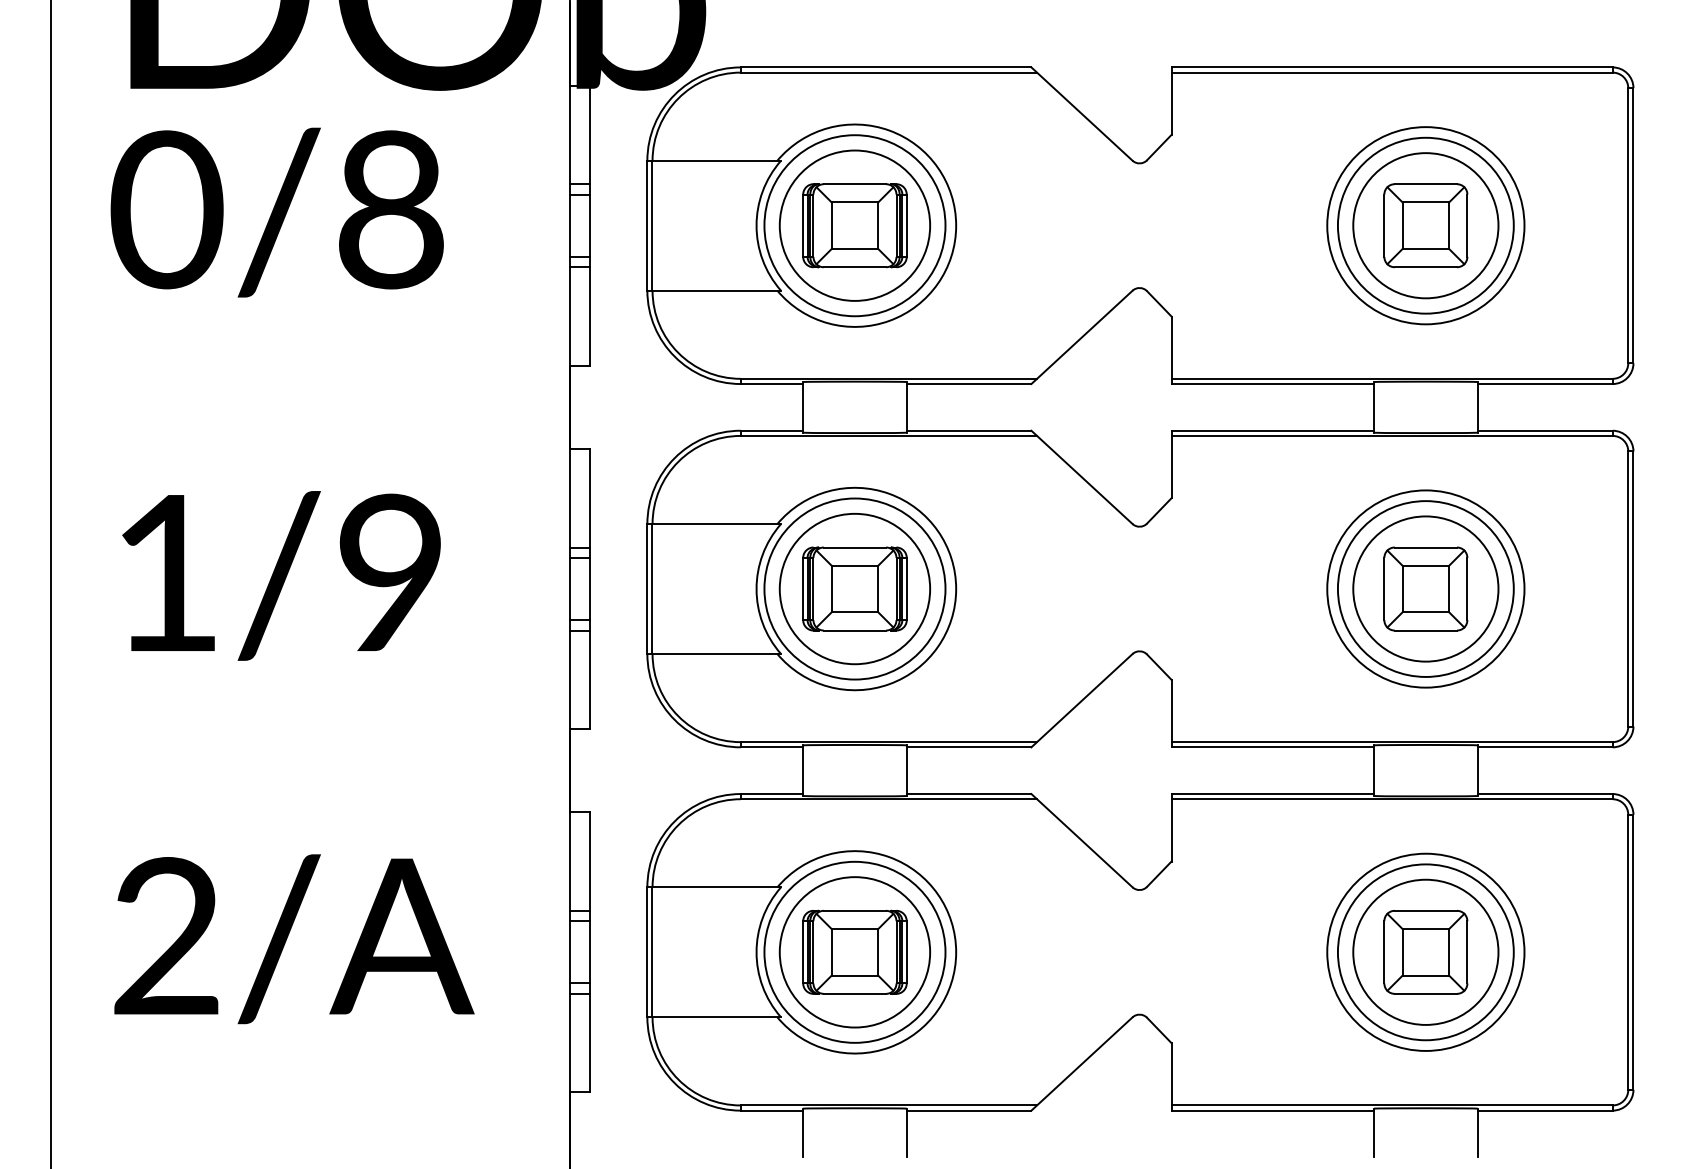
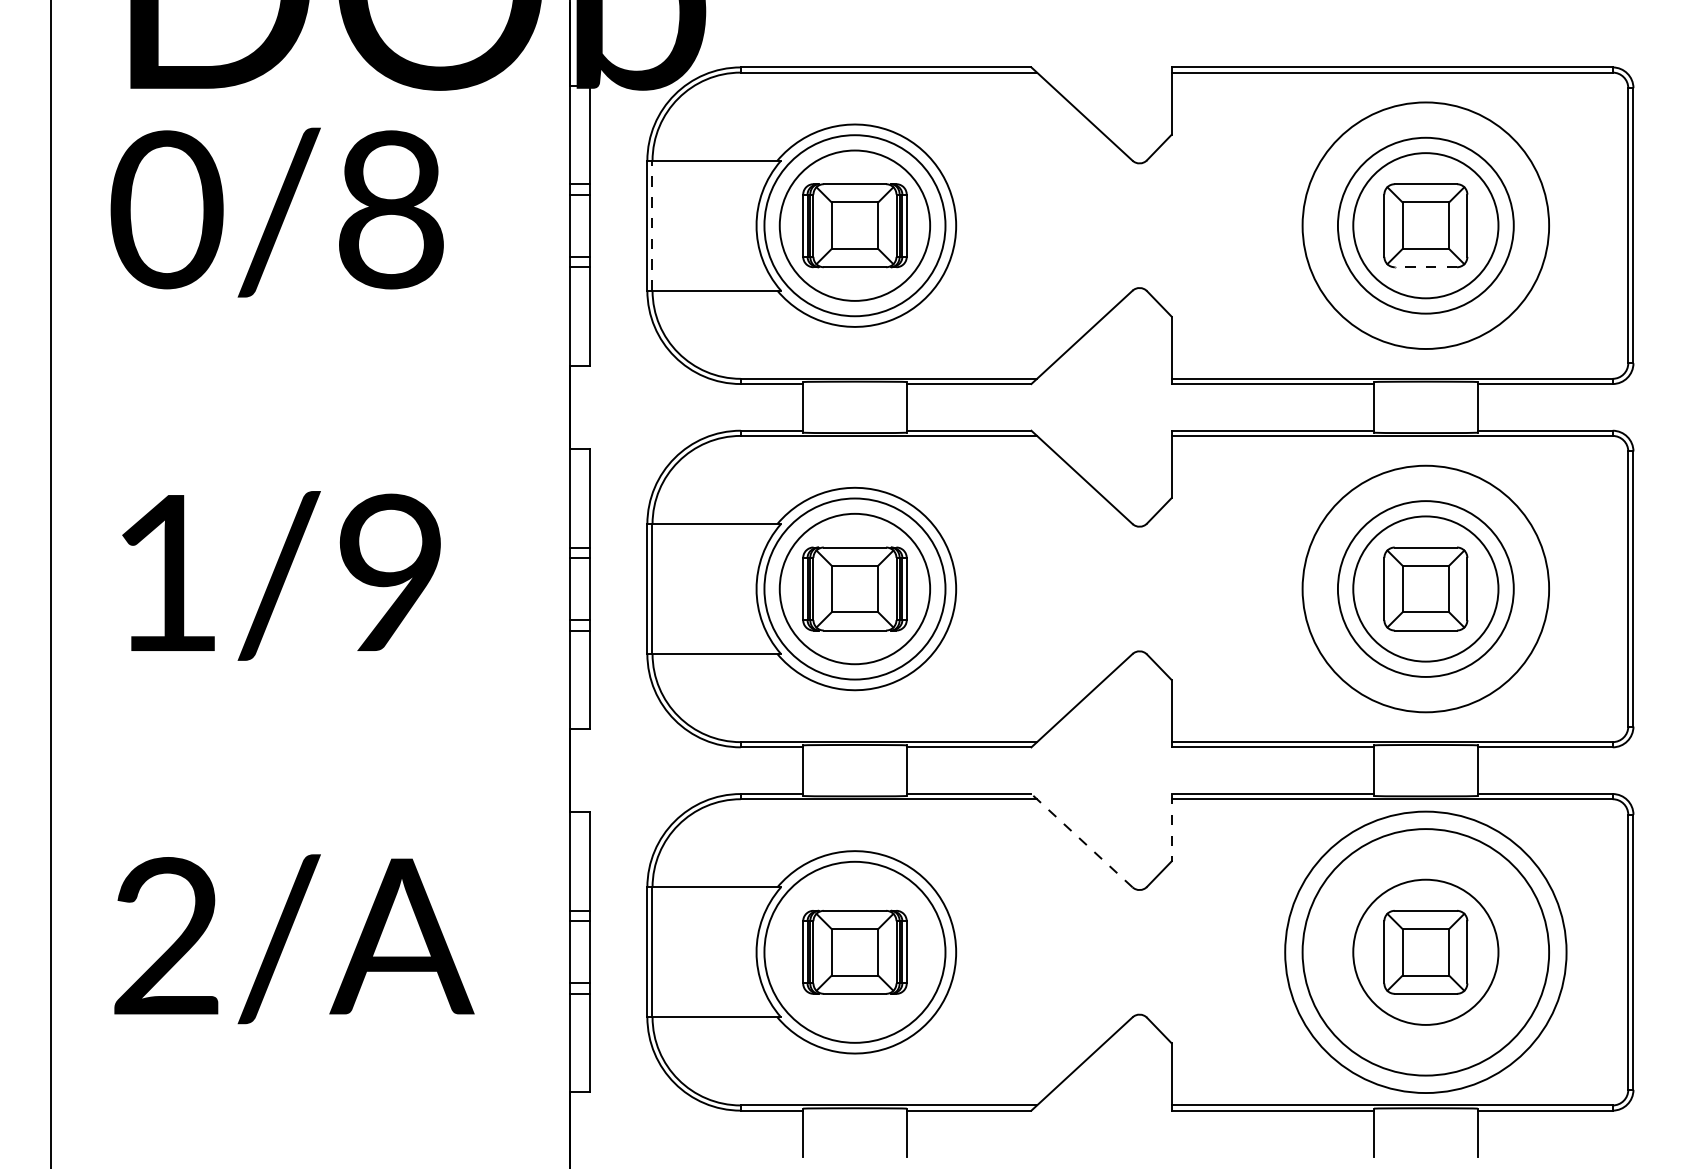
line at (652, 225): solid -> dashed
circle at (1425, 225) diameter: 197 px -> 247 px
line at (1425, 267): solid -> dashed
circle at (1425, 588) diameter: 197 px -> 247 px
line at (1171, 827): solid -> dashed
line at (1081, 840): solid -> dashed
circle at (1425, 951) diameter: 197 px -> 247 px
circle at (854, 952): present -> none
circle at (1425, 952) diameter: 176 px -> 281 px
